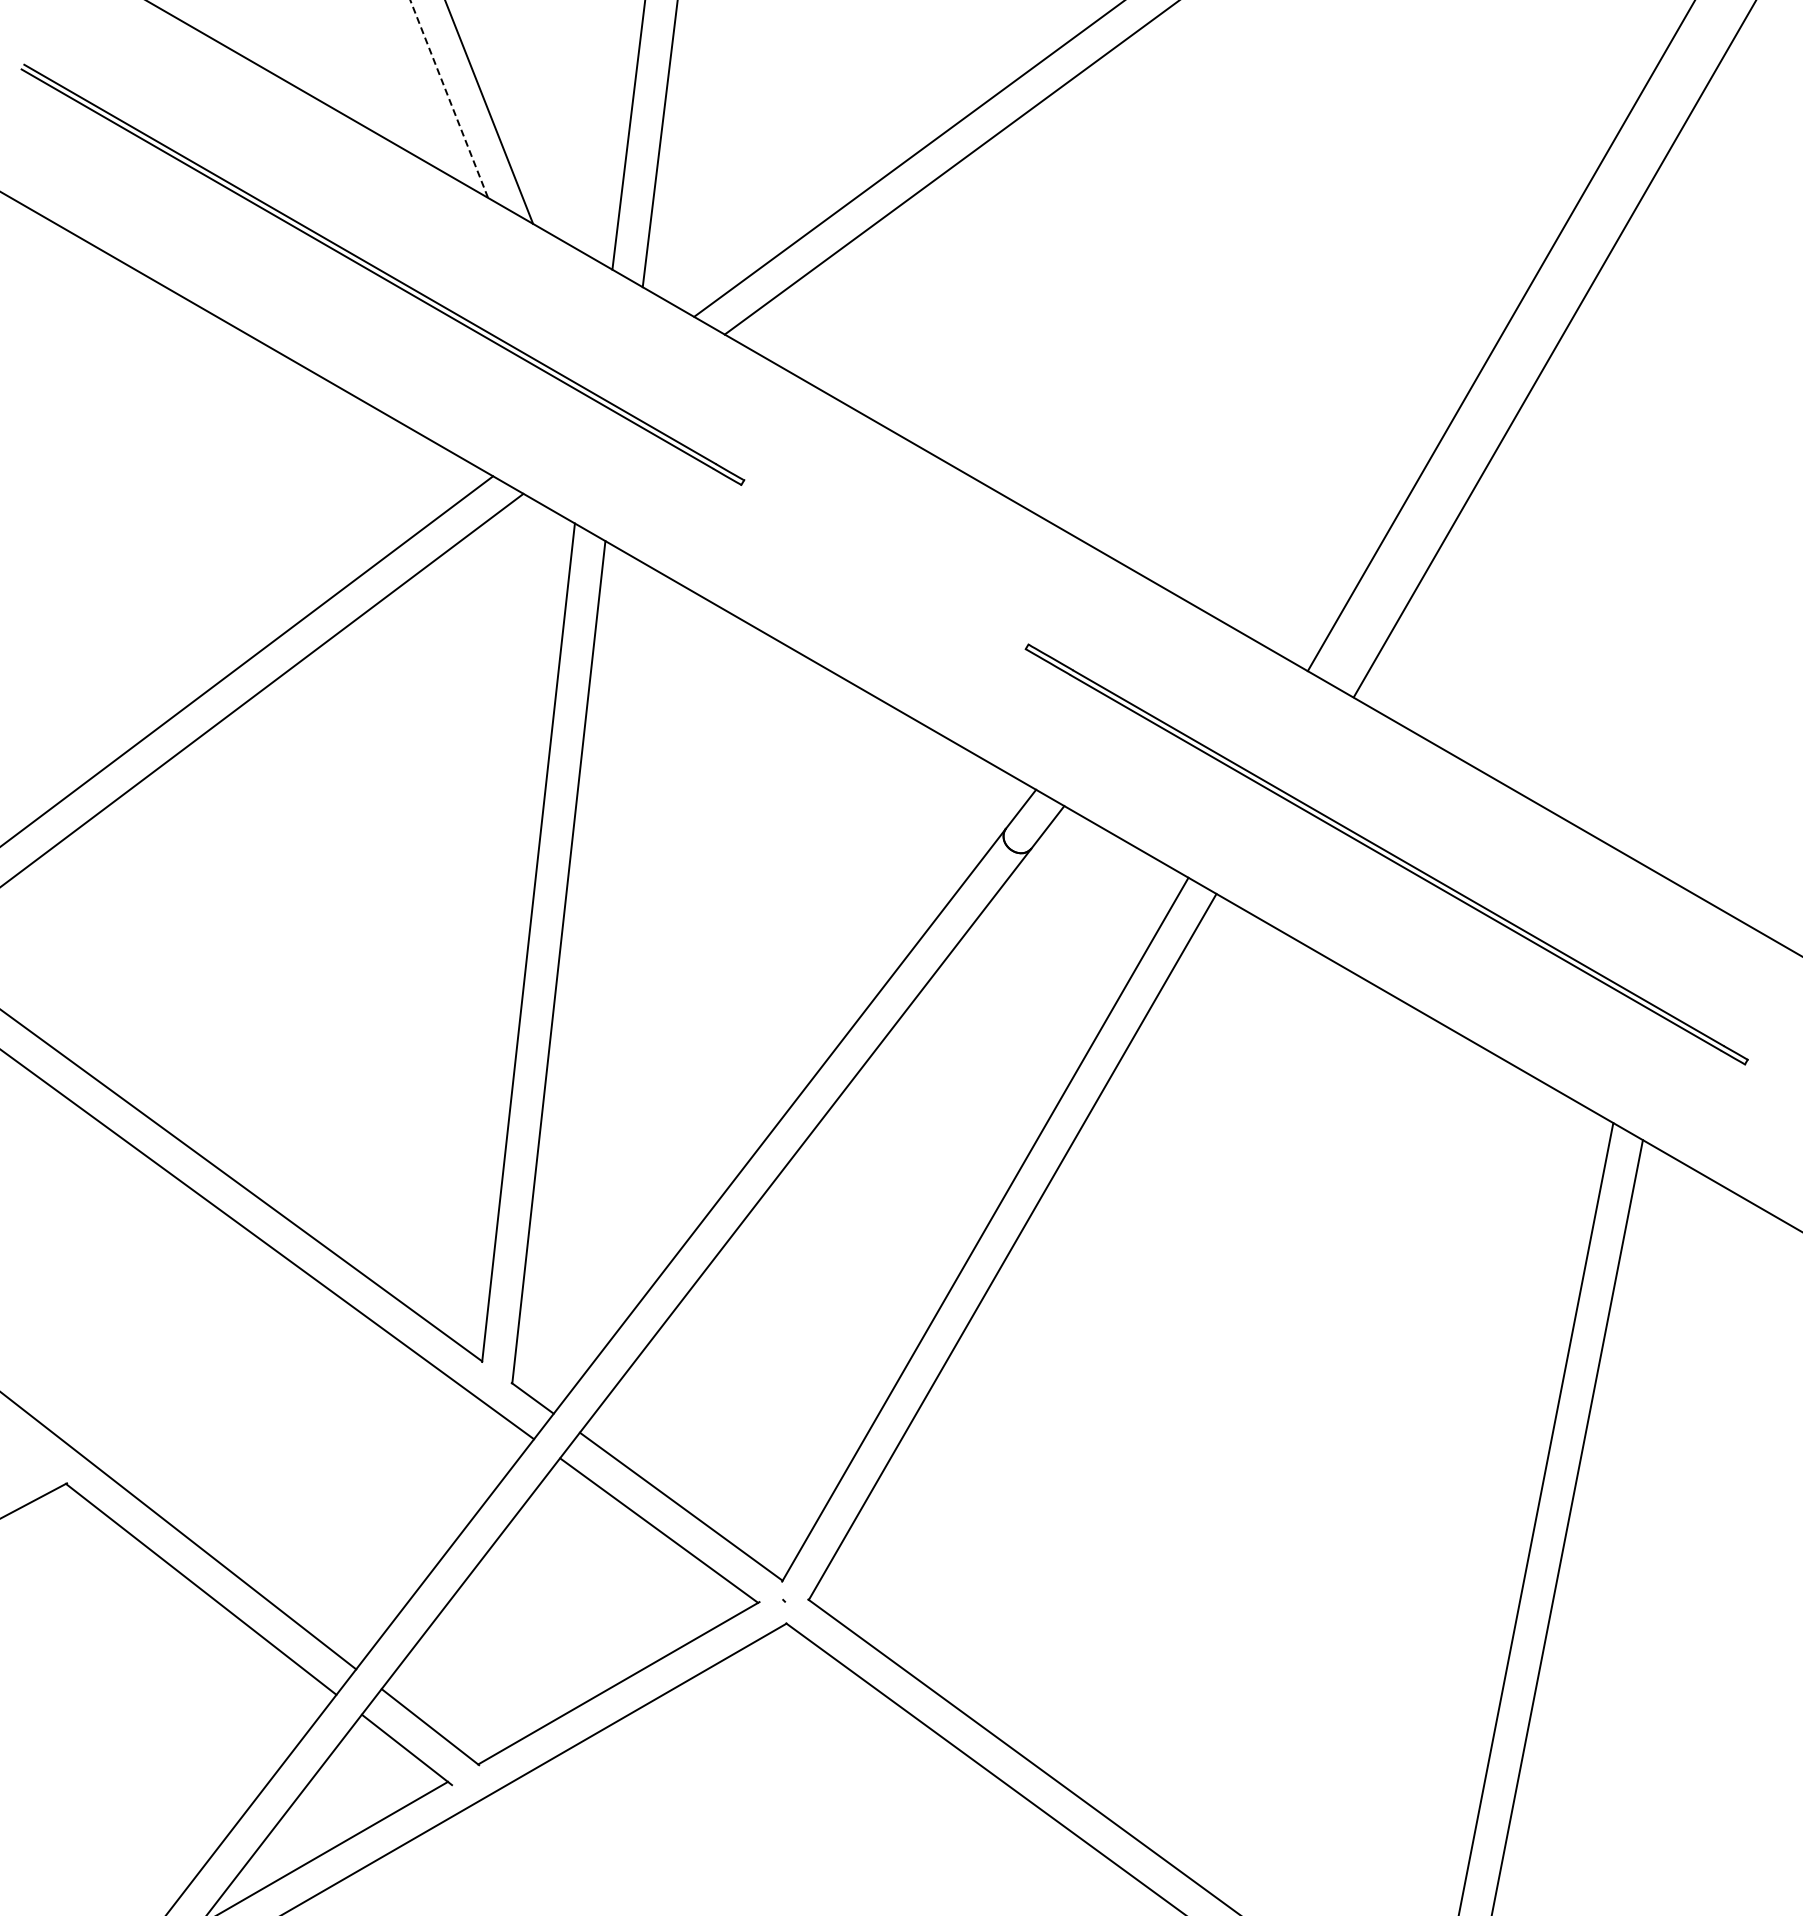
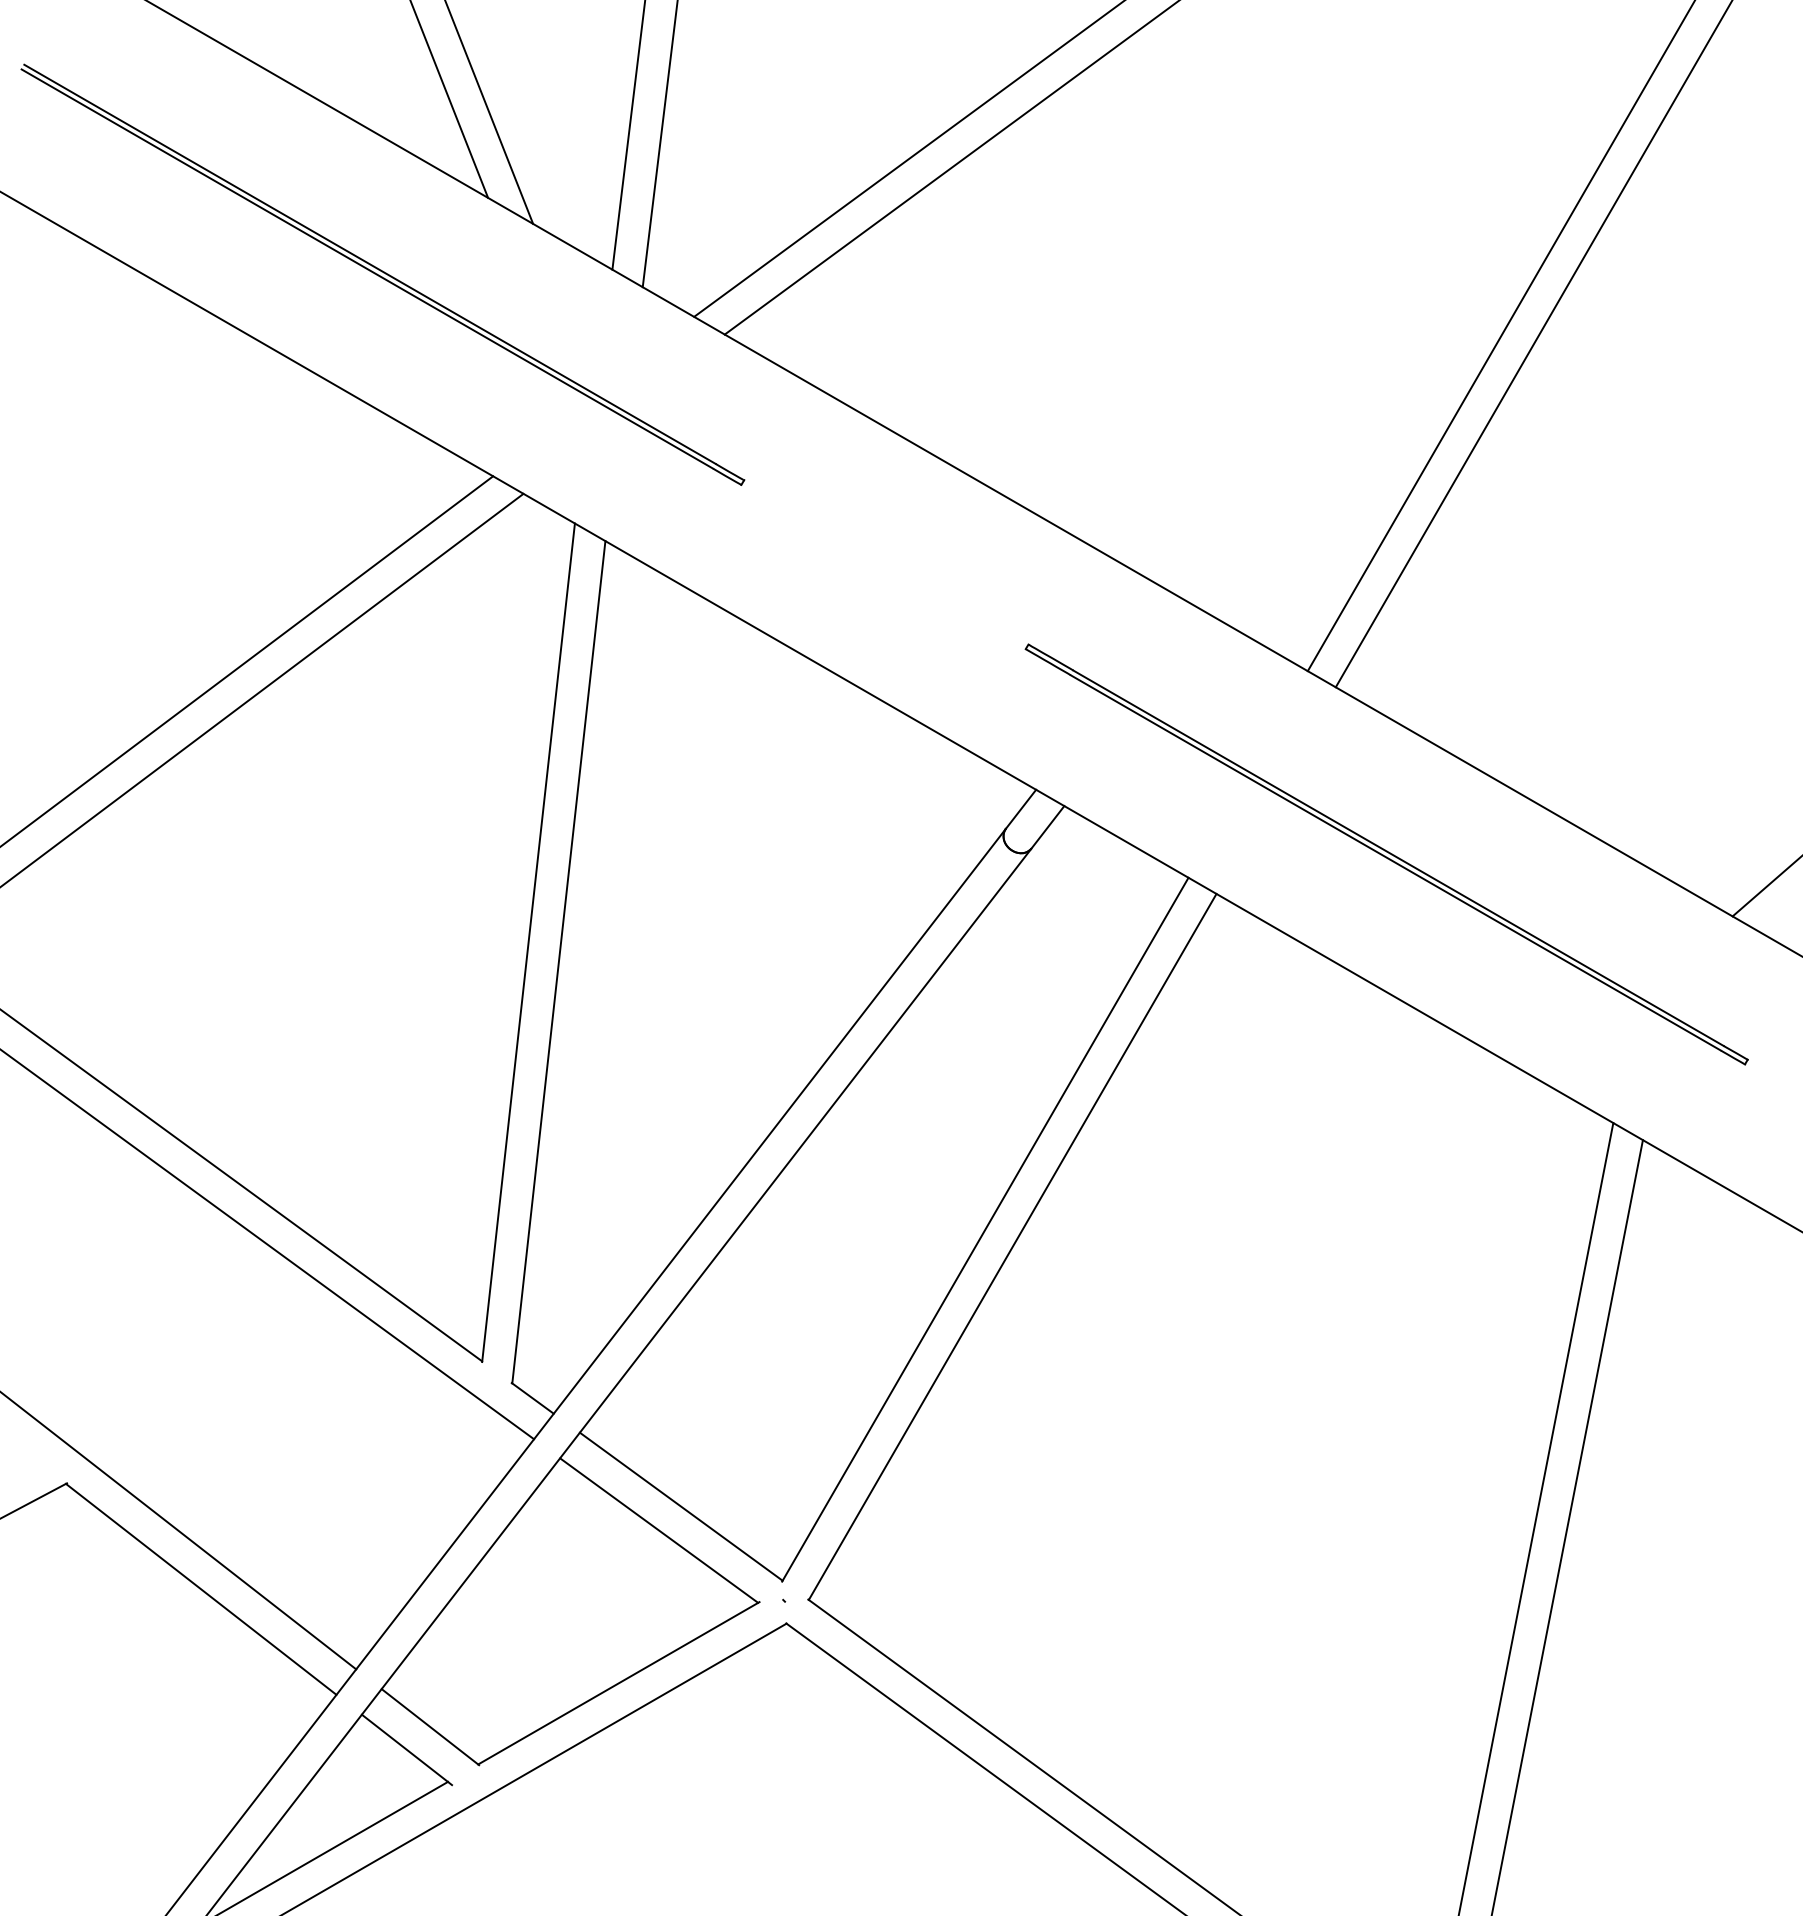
line at (449, 99): dashed -> solid
line at (1553, 349) position: (1553, 349) -> (1533, 344)
line at (1765, 886): none -> present
